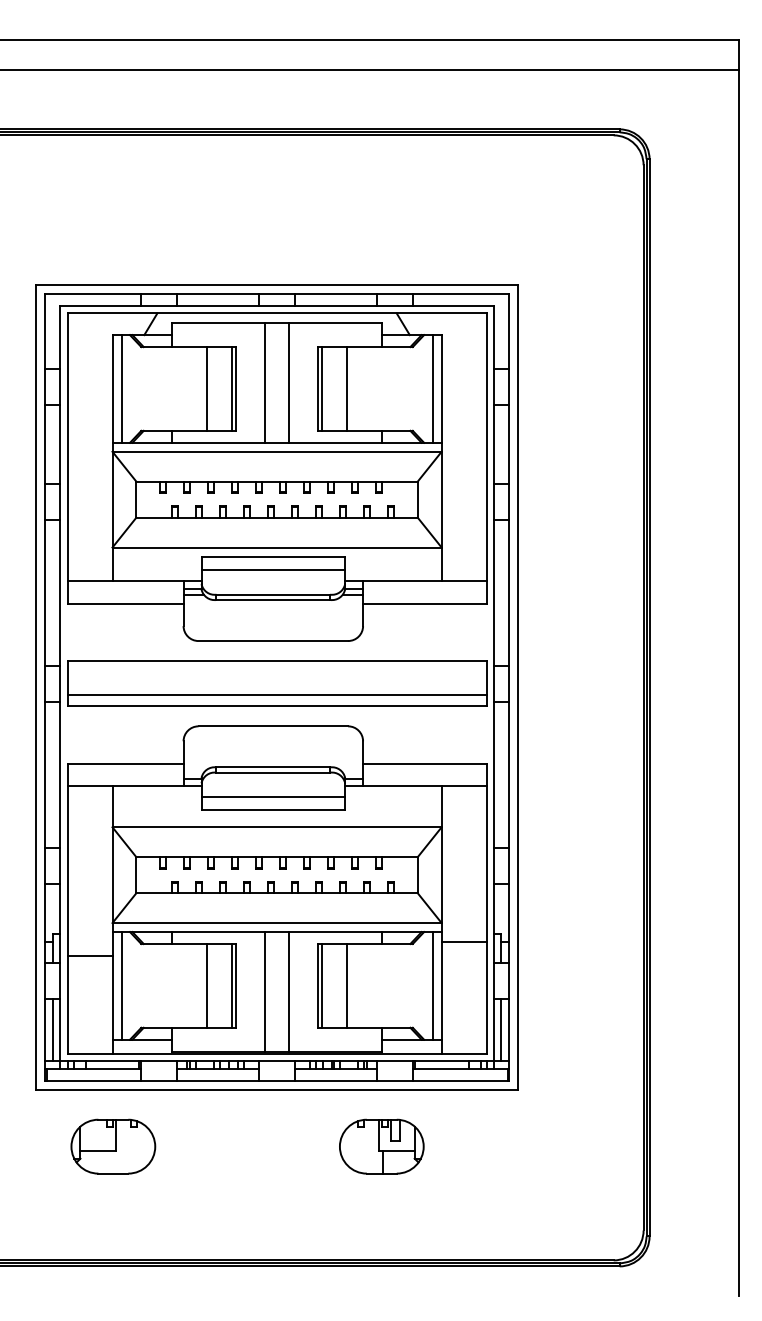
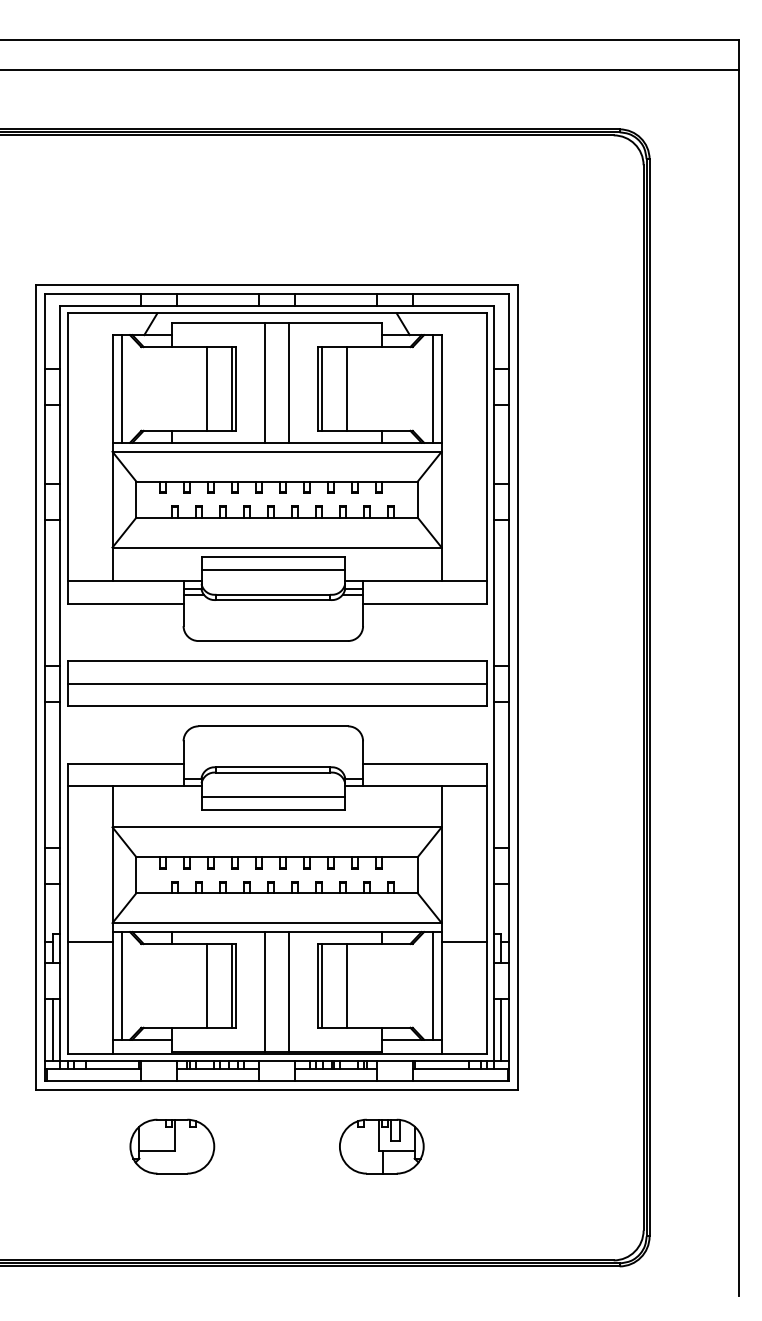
line at (276, 694) position: (276, 694) -> (276, 683)
line at (89, 955) position: (89, 955) -> (89, 941)
part at (113, 1146) position: (113, 1146) -> (172, 1146)
